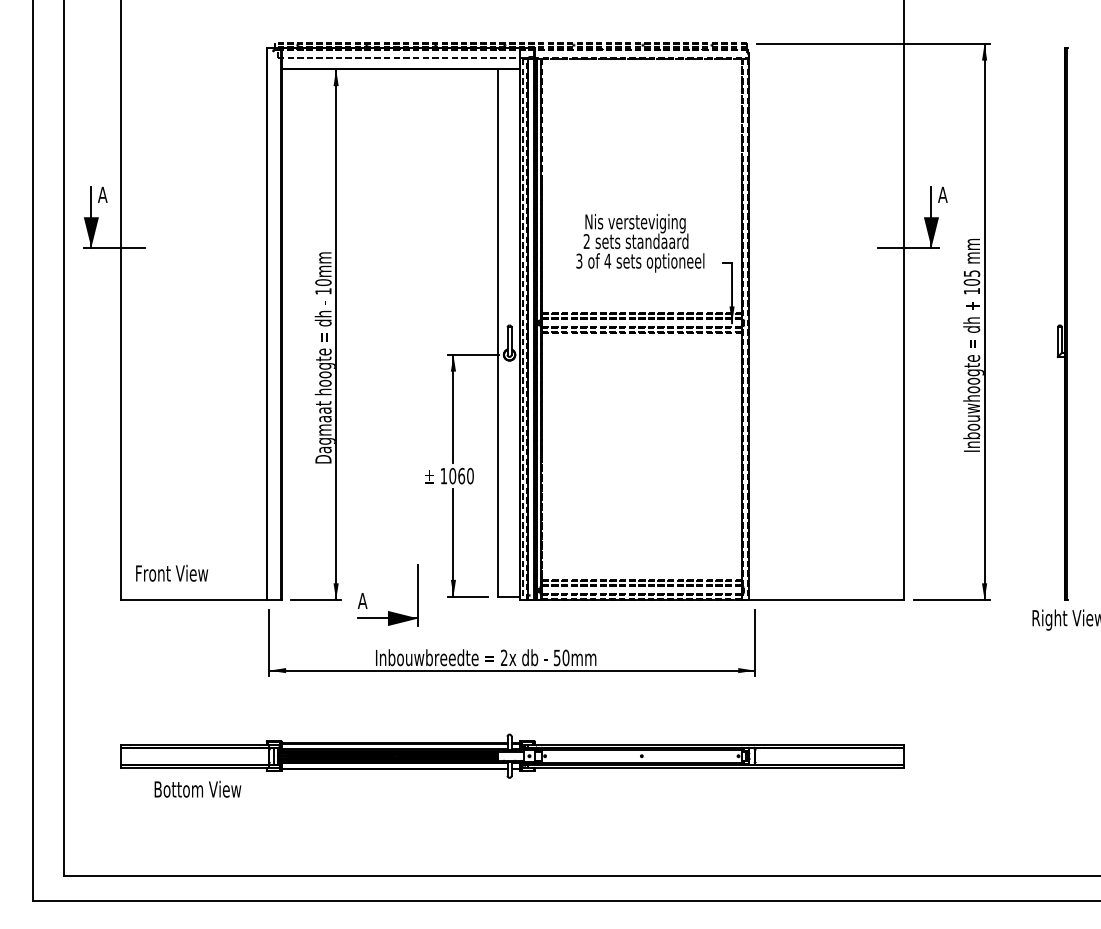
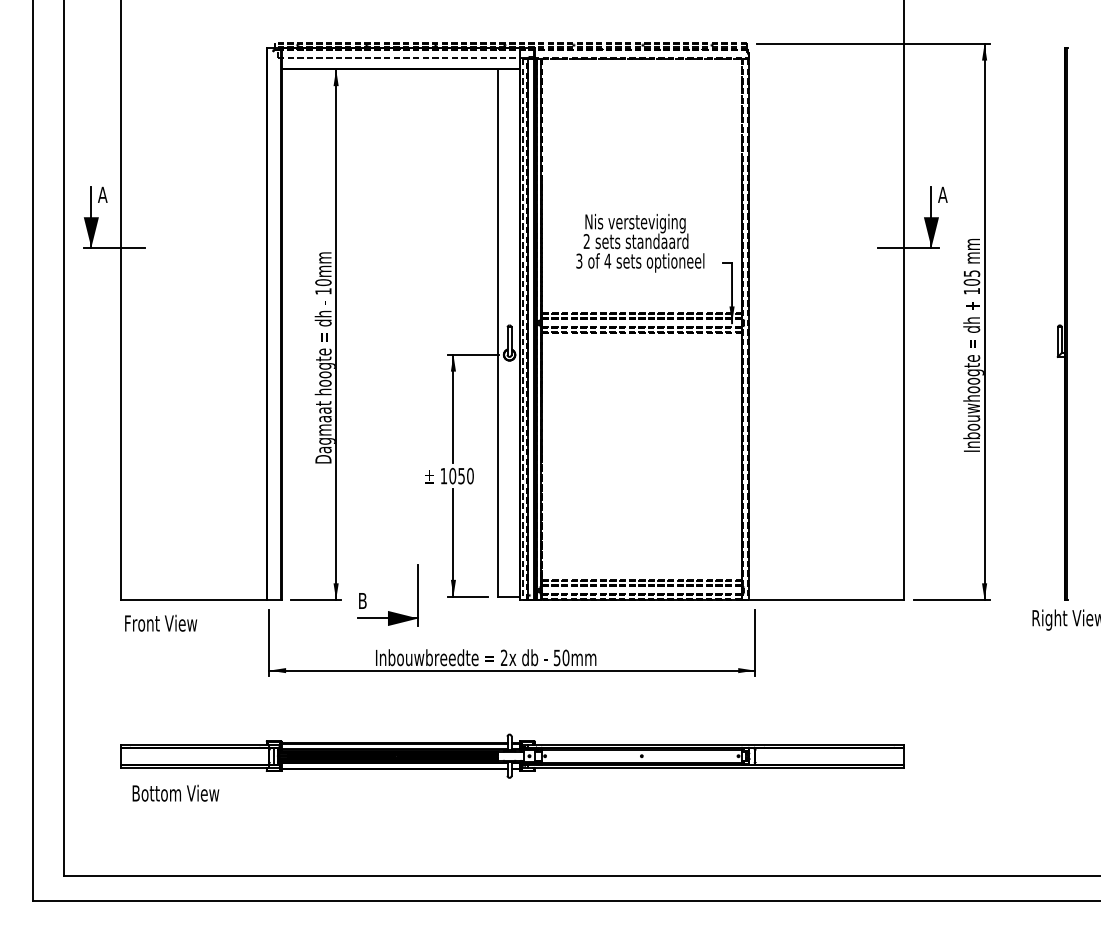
text at (461, 475): 1060 -> 1050
text at (172, 572) position: (172, 572) -> (161, 622)
text at (362, 600): A -> B
text at (197, 788) position: (197, 788) -> (175, 792)
